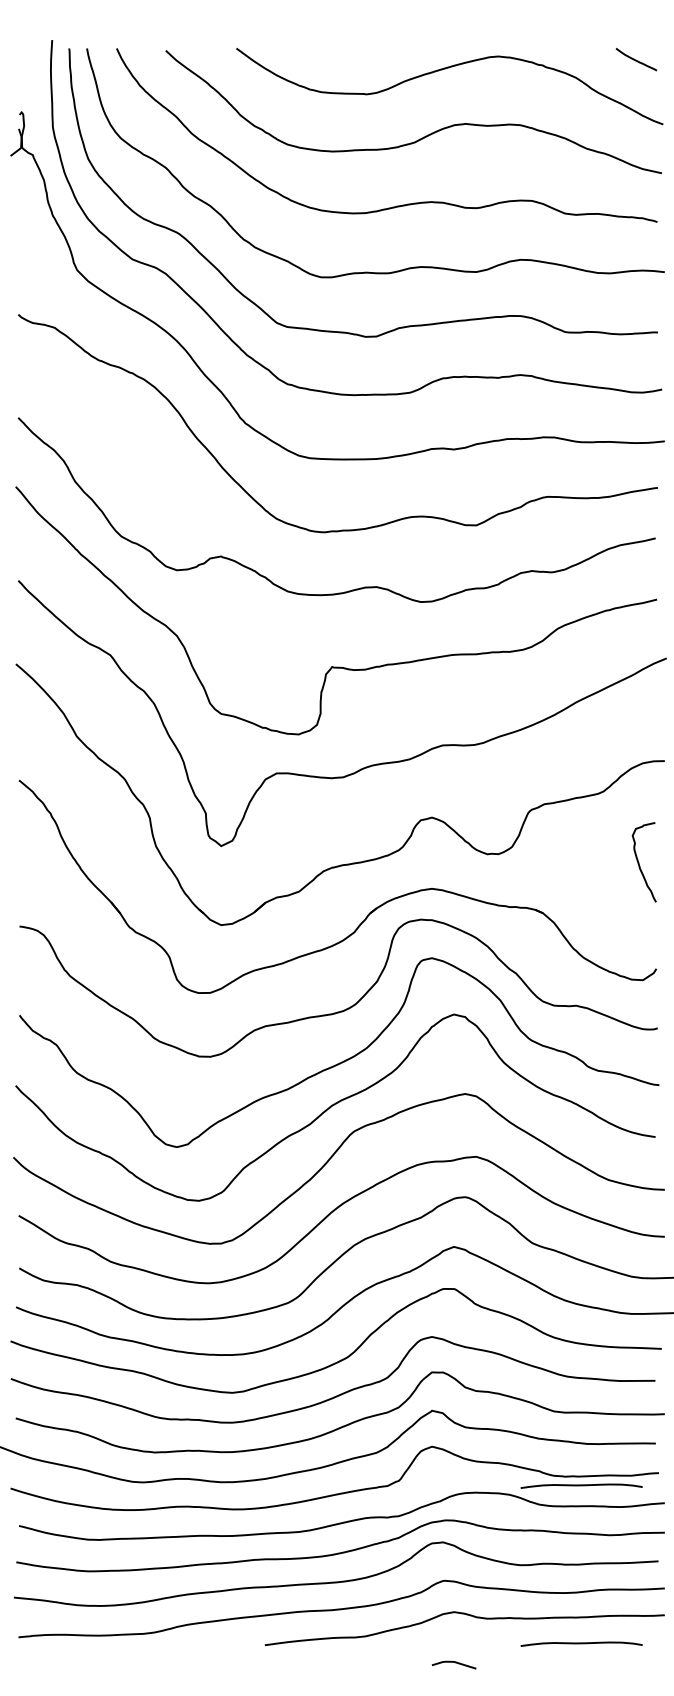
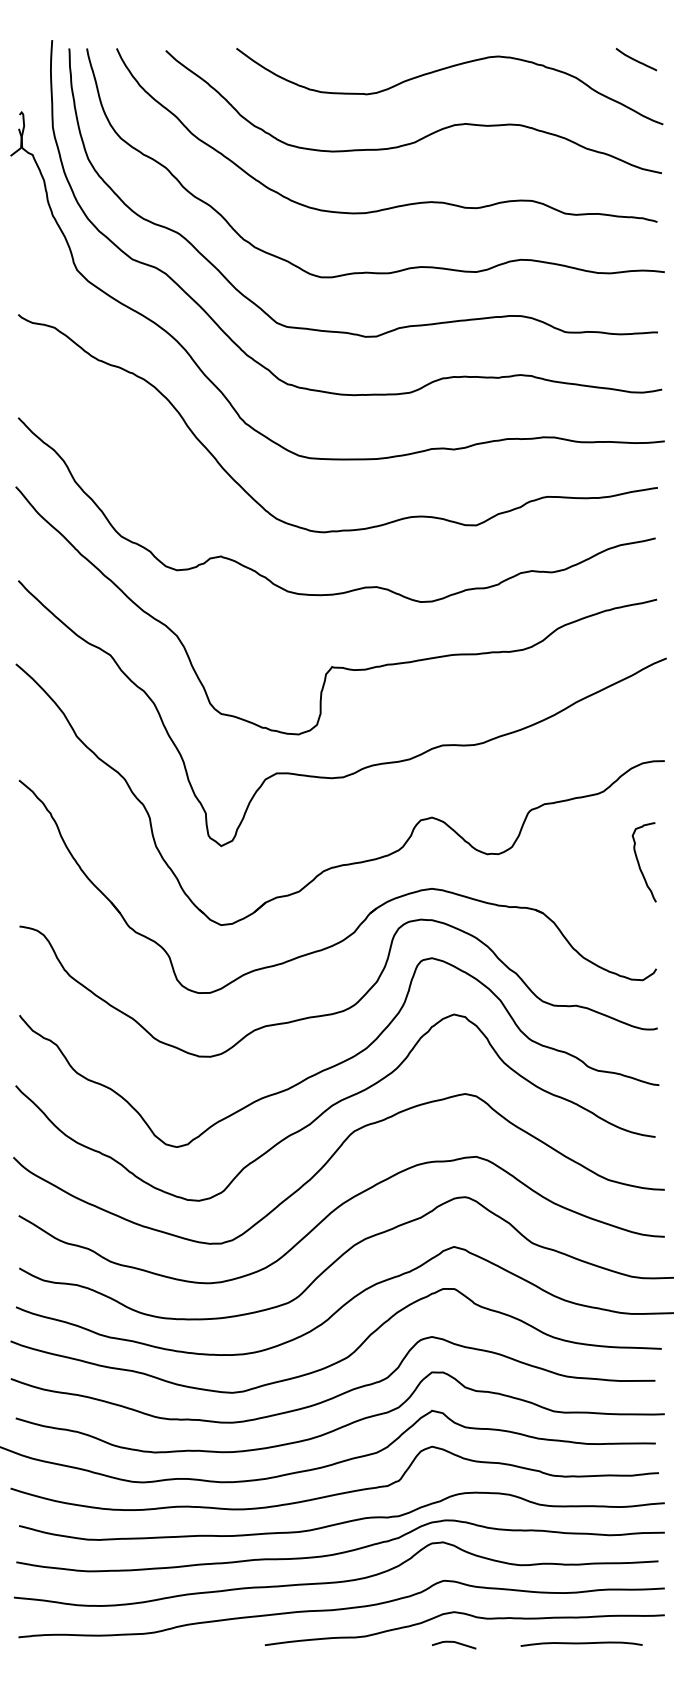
curve at (581, 1485): present -> none
line at (453, 1662) position: (453, 1662) -> (453, 1642)
